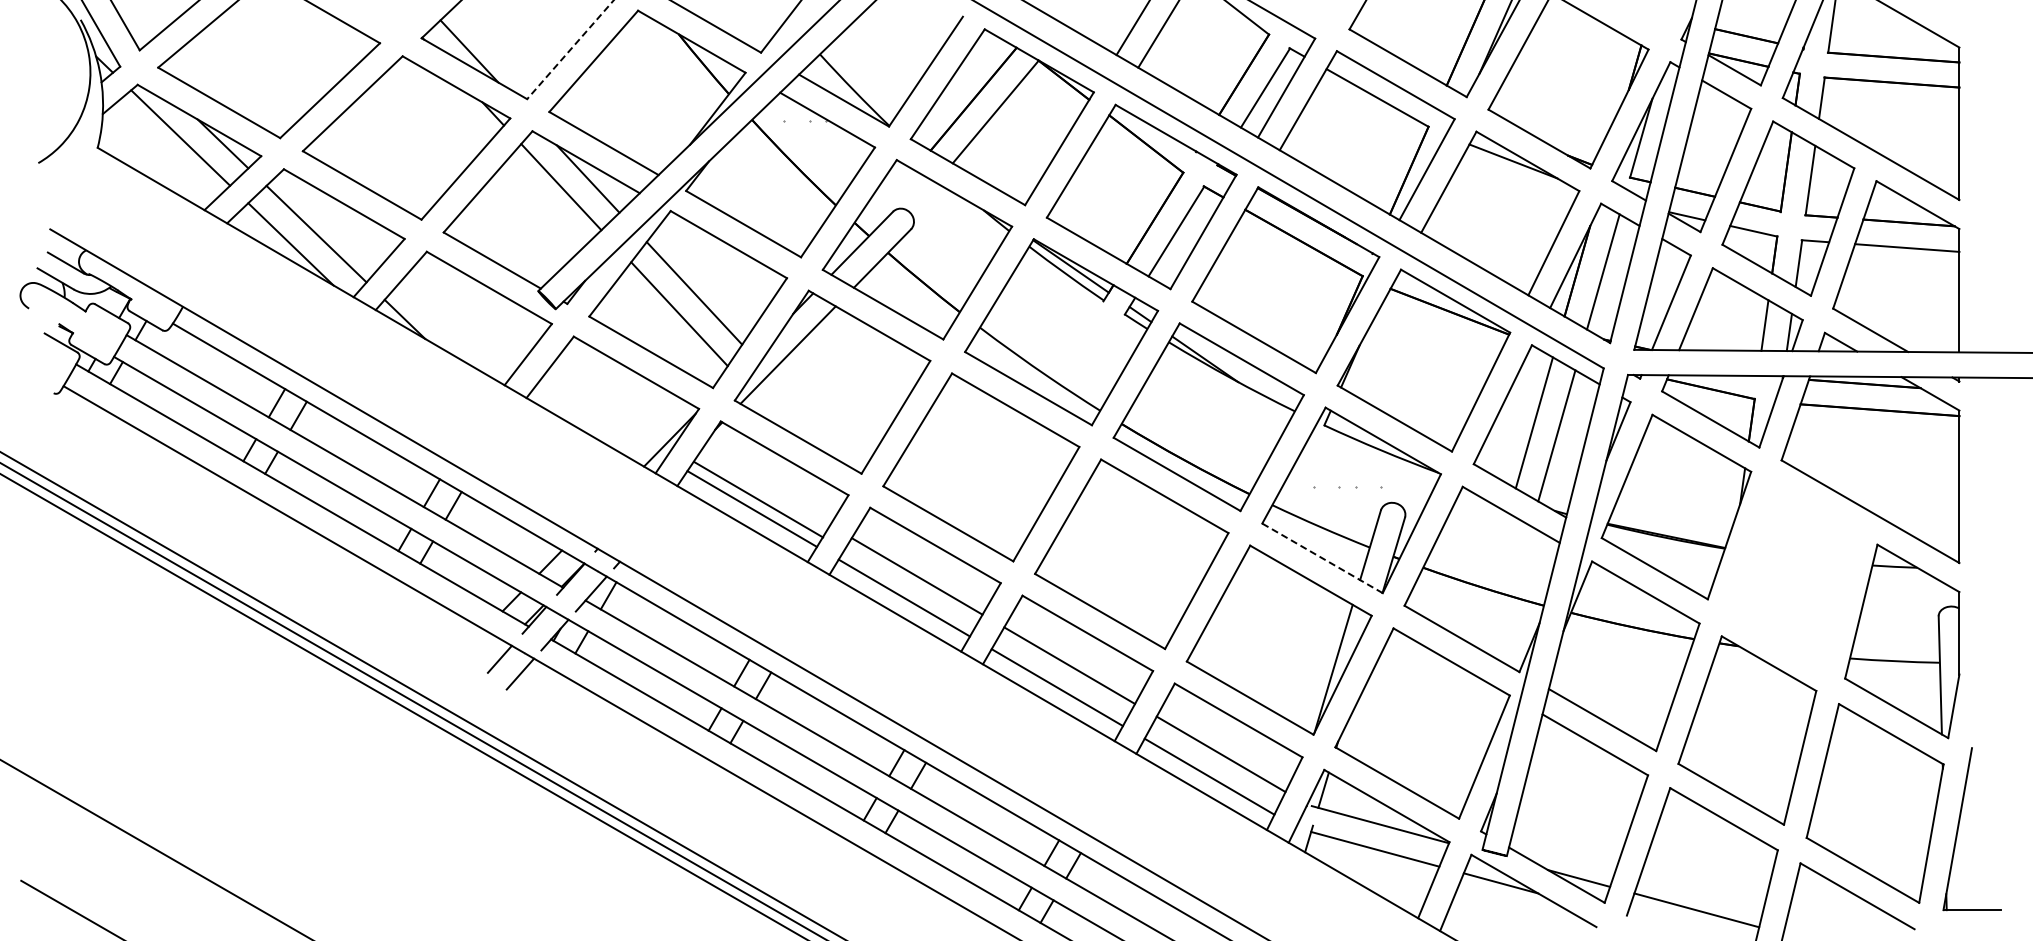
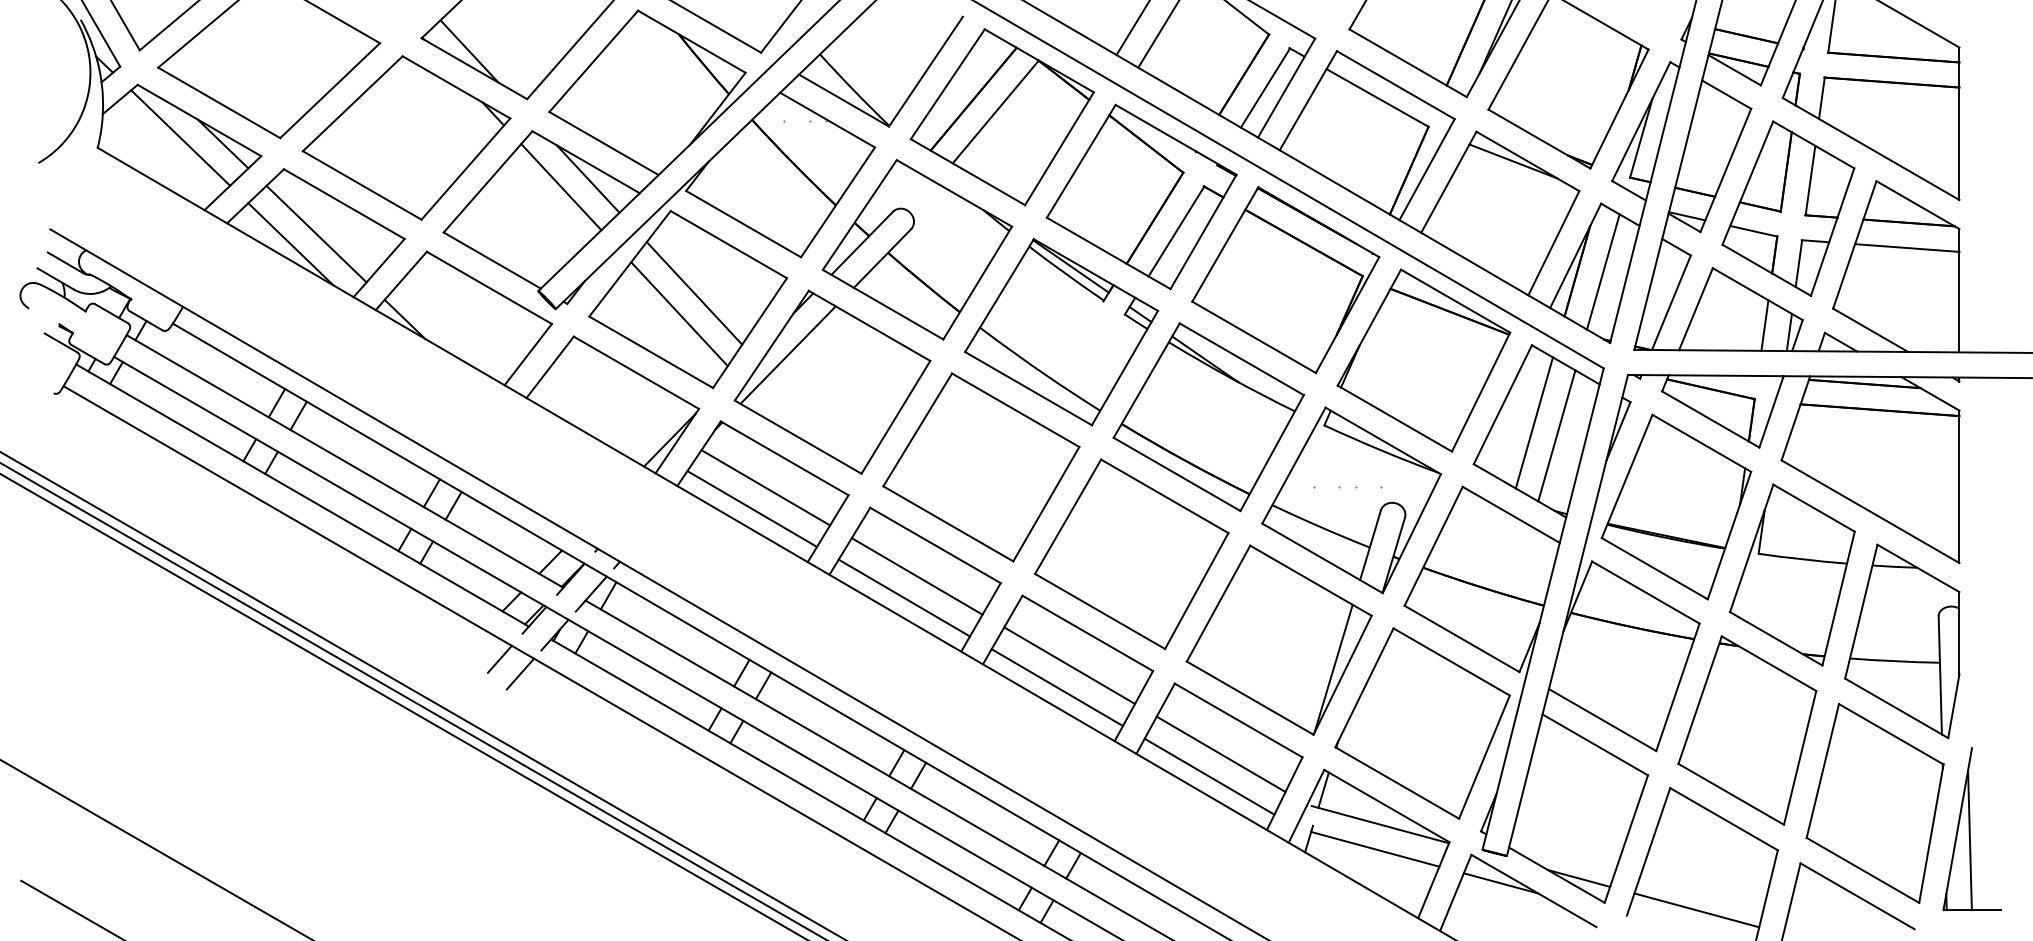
line at (570, 49): dashed -> solid
line at (758, 499) position: (758, 499) -> (765, 487)
line at (1322, 558): dashed -> solid
part at (1792, 574): none -> present
line at (1969, 840): none -> present
